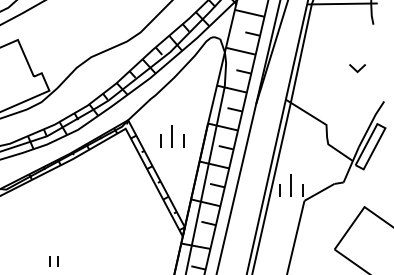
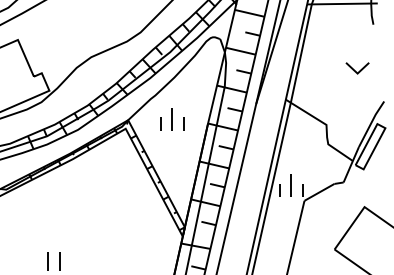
part at (357, 68) size: 17x10 px -> 25x13 px
part at (172, 136) position: (172, 136) -> (172, 119)
part at (53, 261) size: 10x11 px -> 14x19 px
